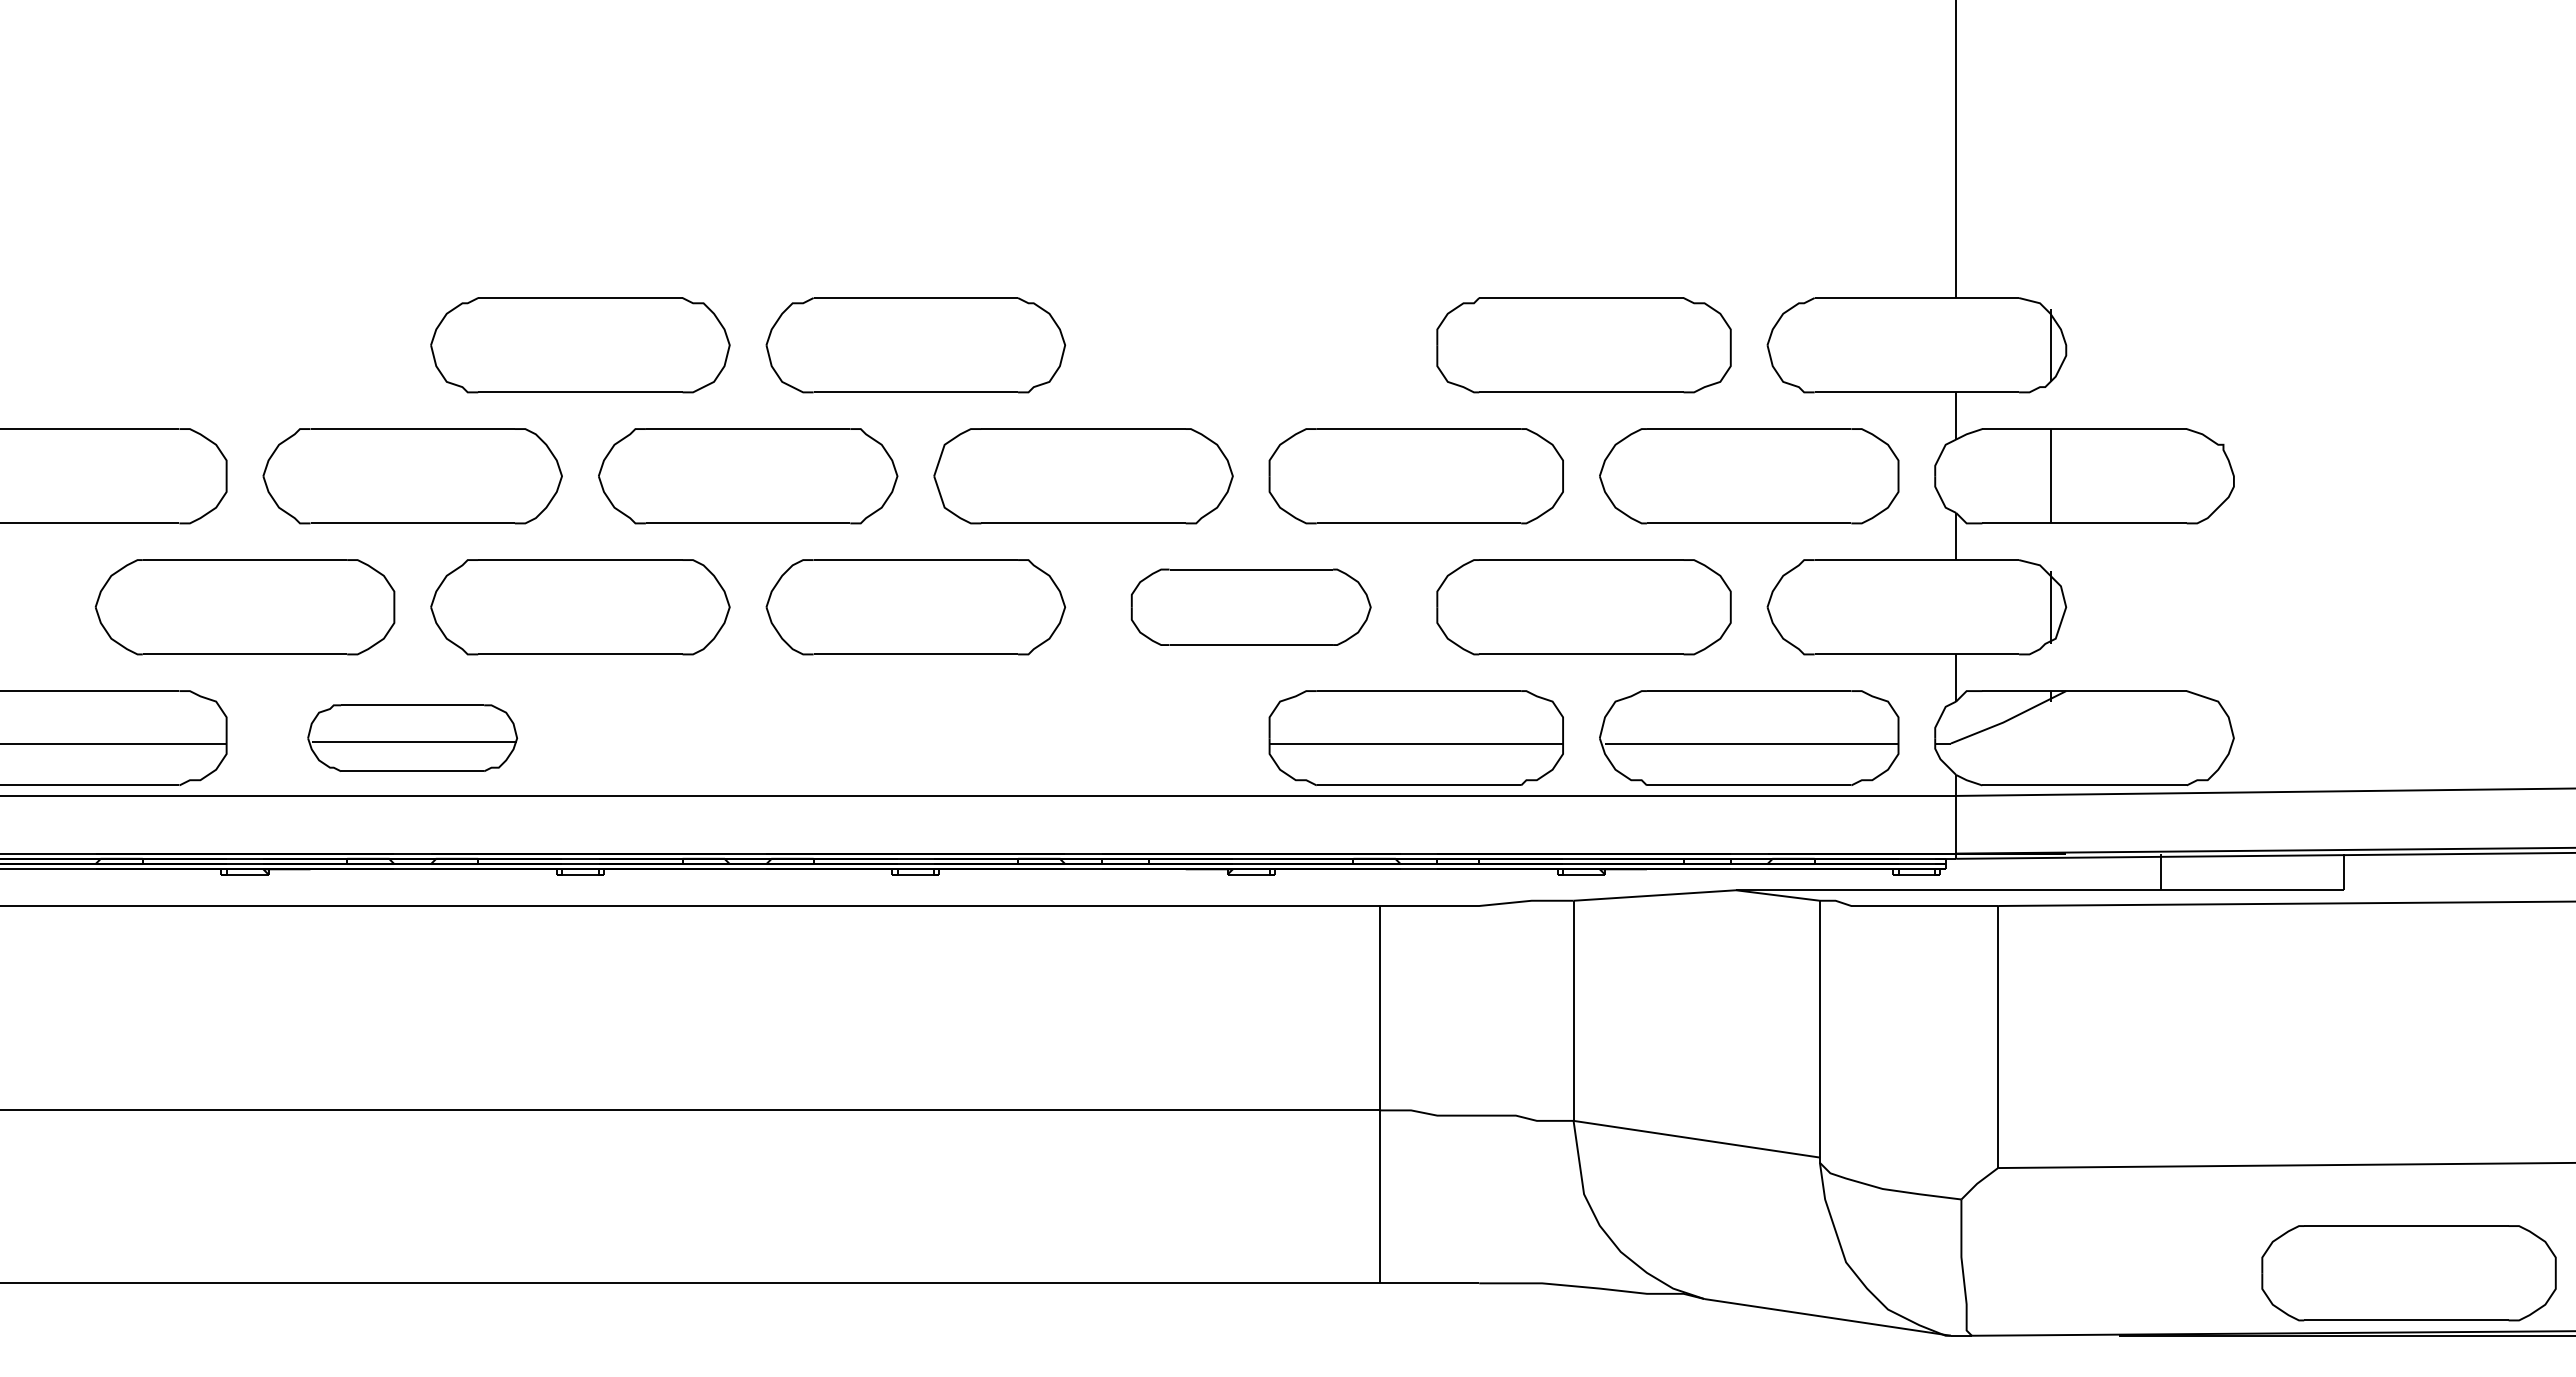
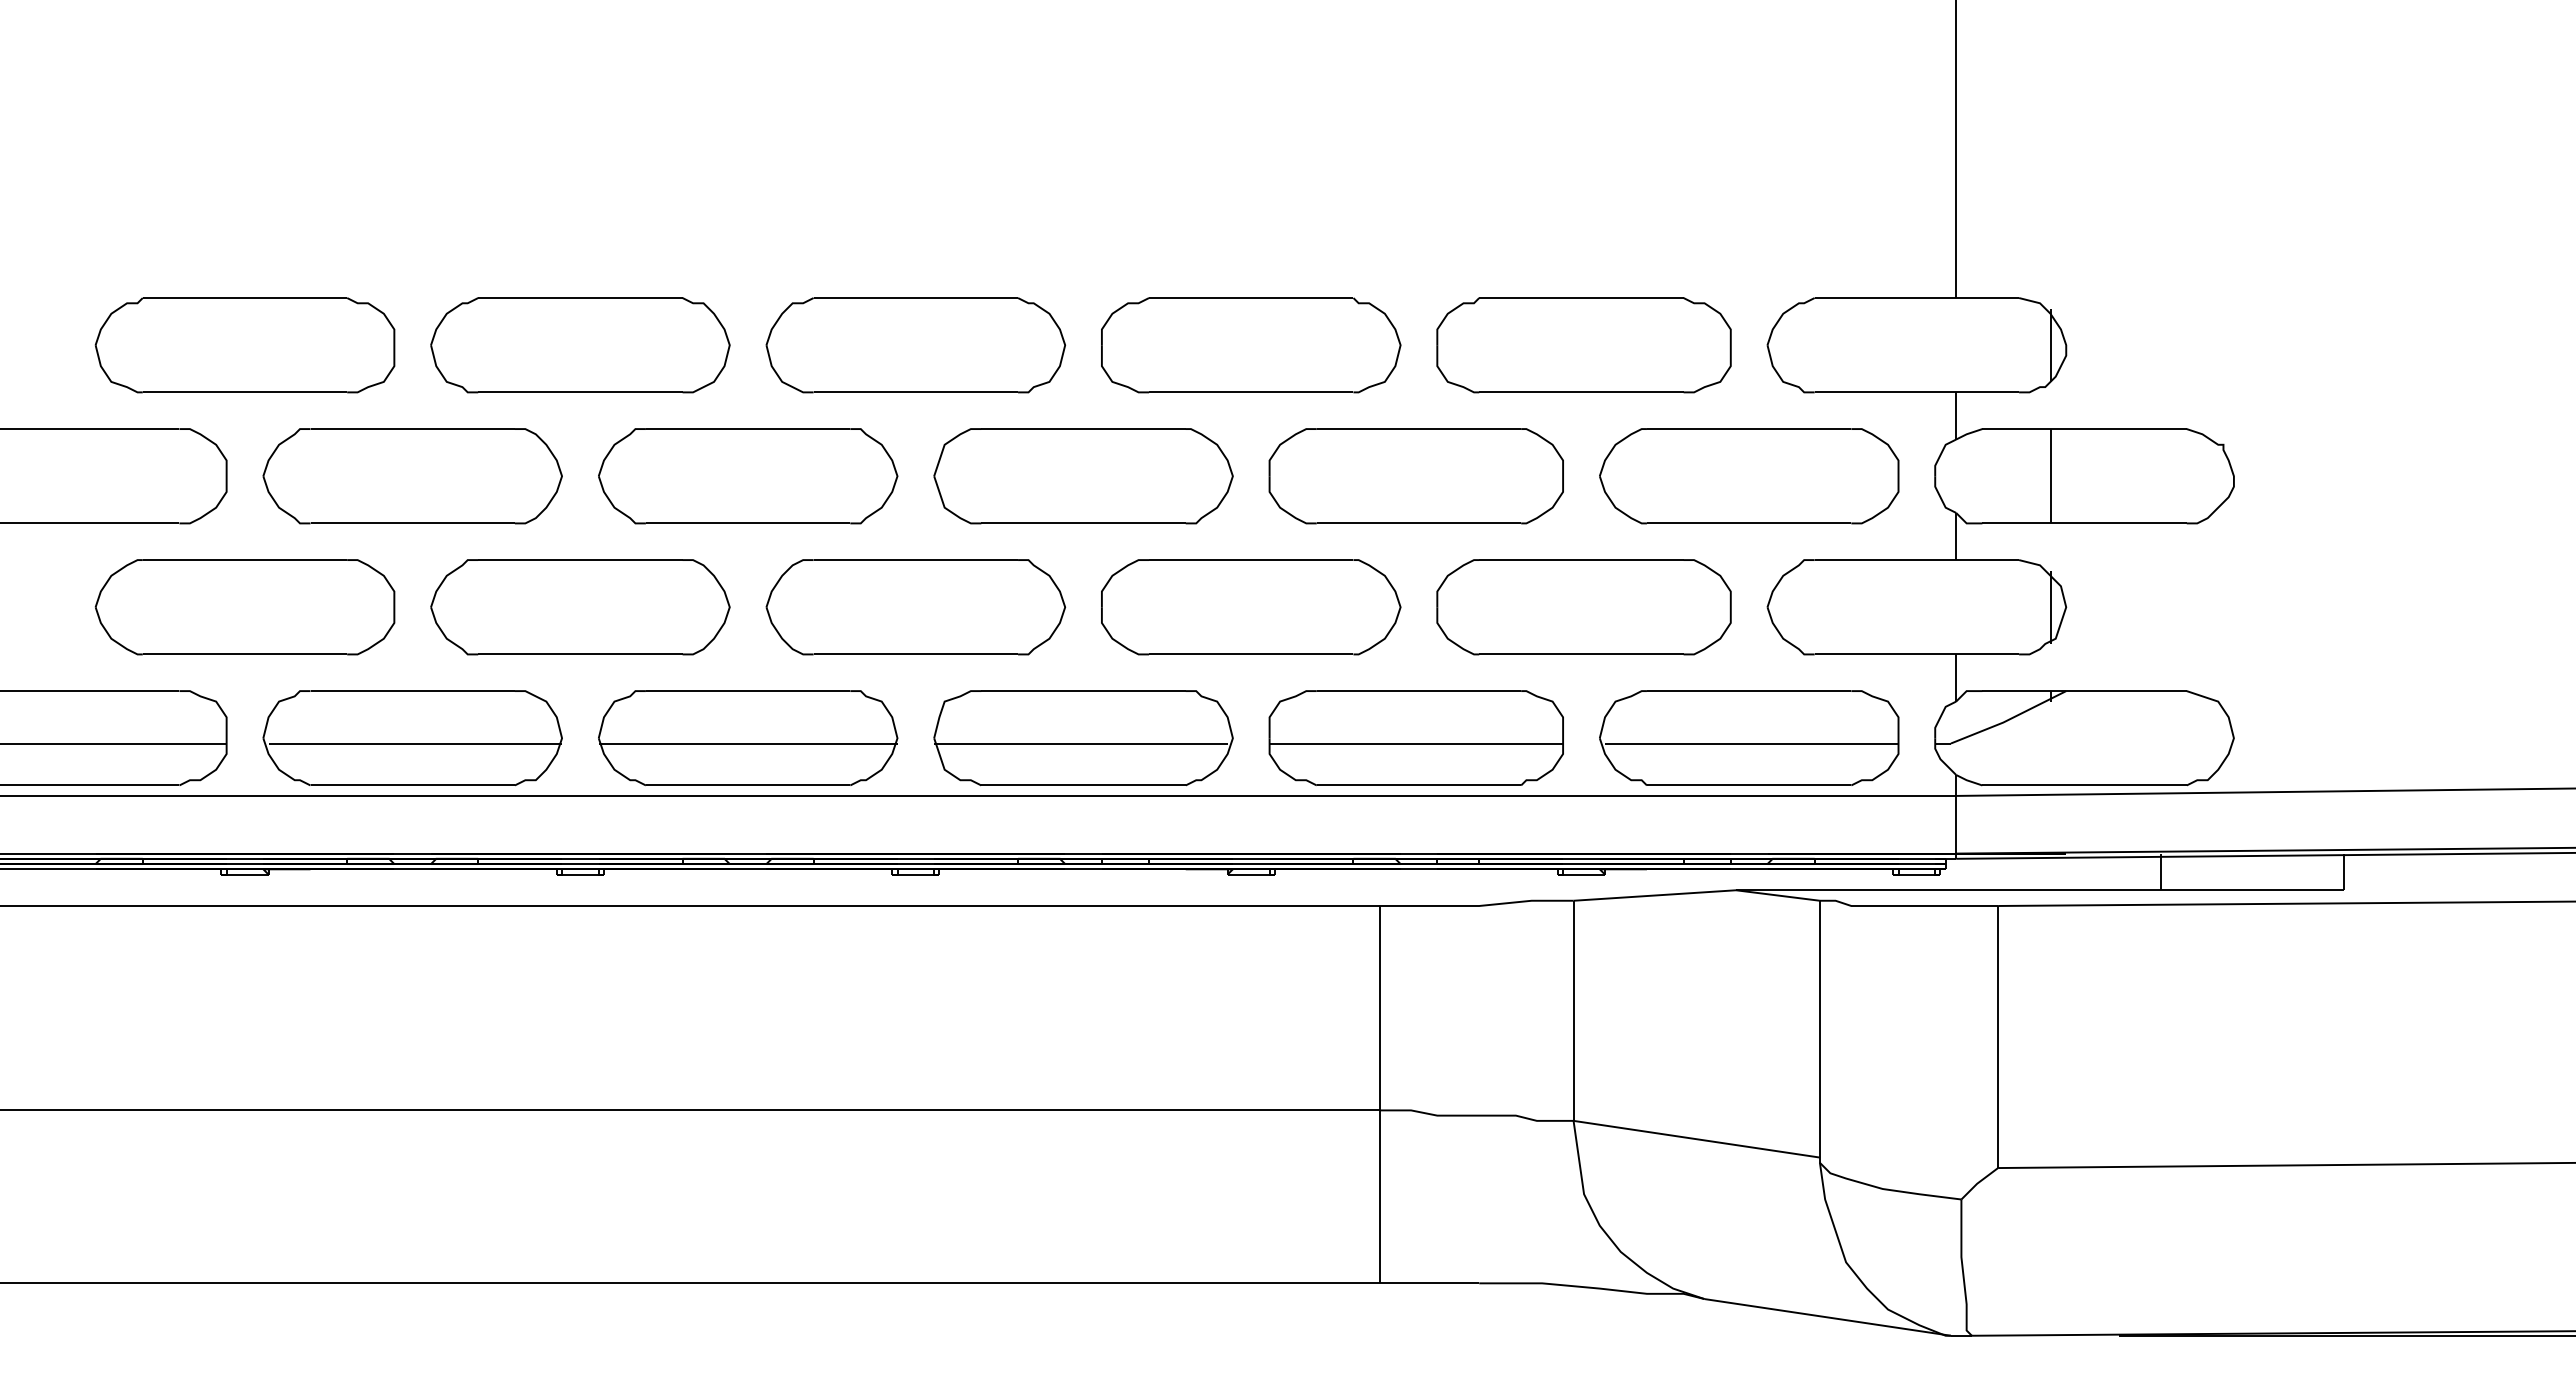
part at (244, 345): none -> present
part at (1251, 345): none -> present
part at (1250, 606) size: 242x78 px -> 301x97 px
part at (412, 737) size: 211x68 px -> 301x97 px
part at (748, 738): none -> present
part at (1083, 738): none -> present
part at (2408, 1273): present -> none
